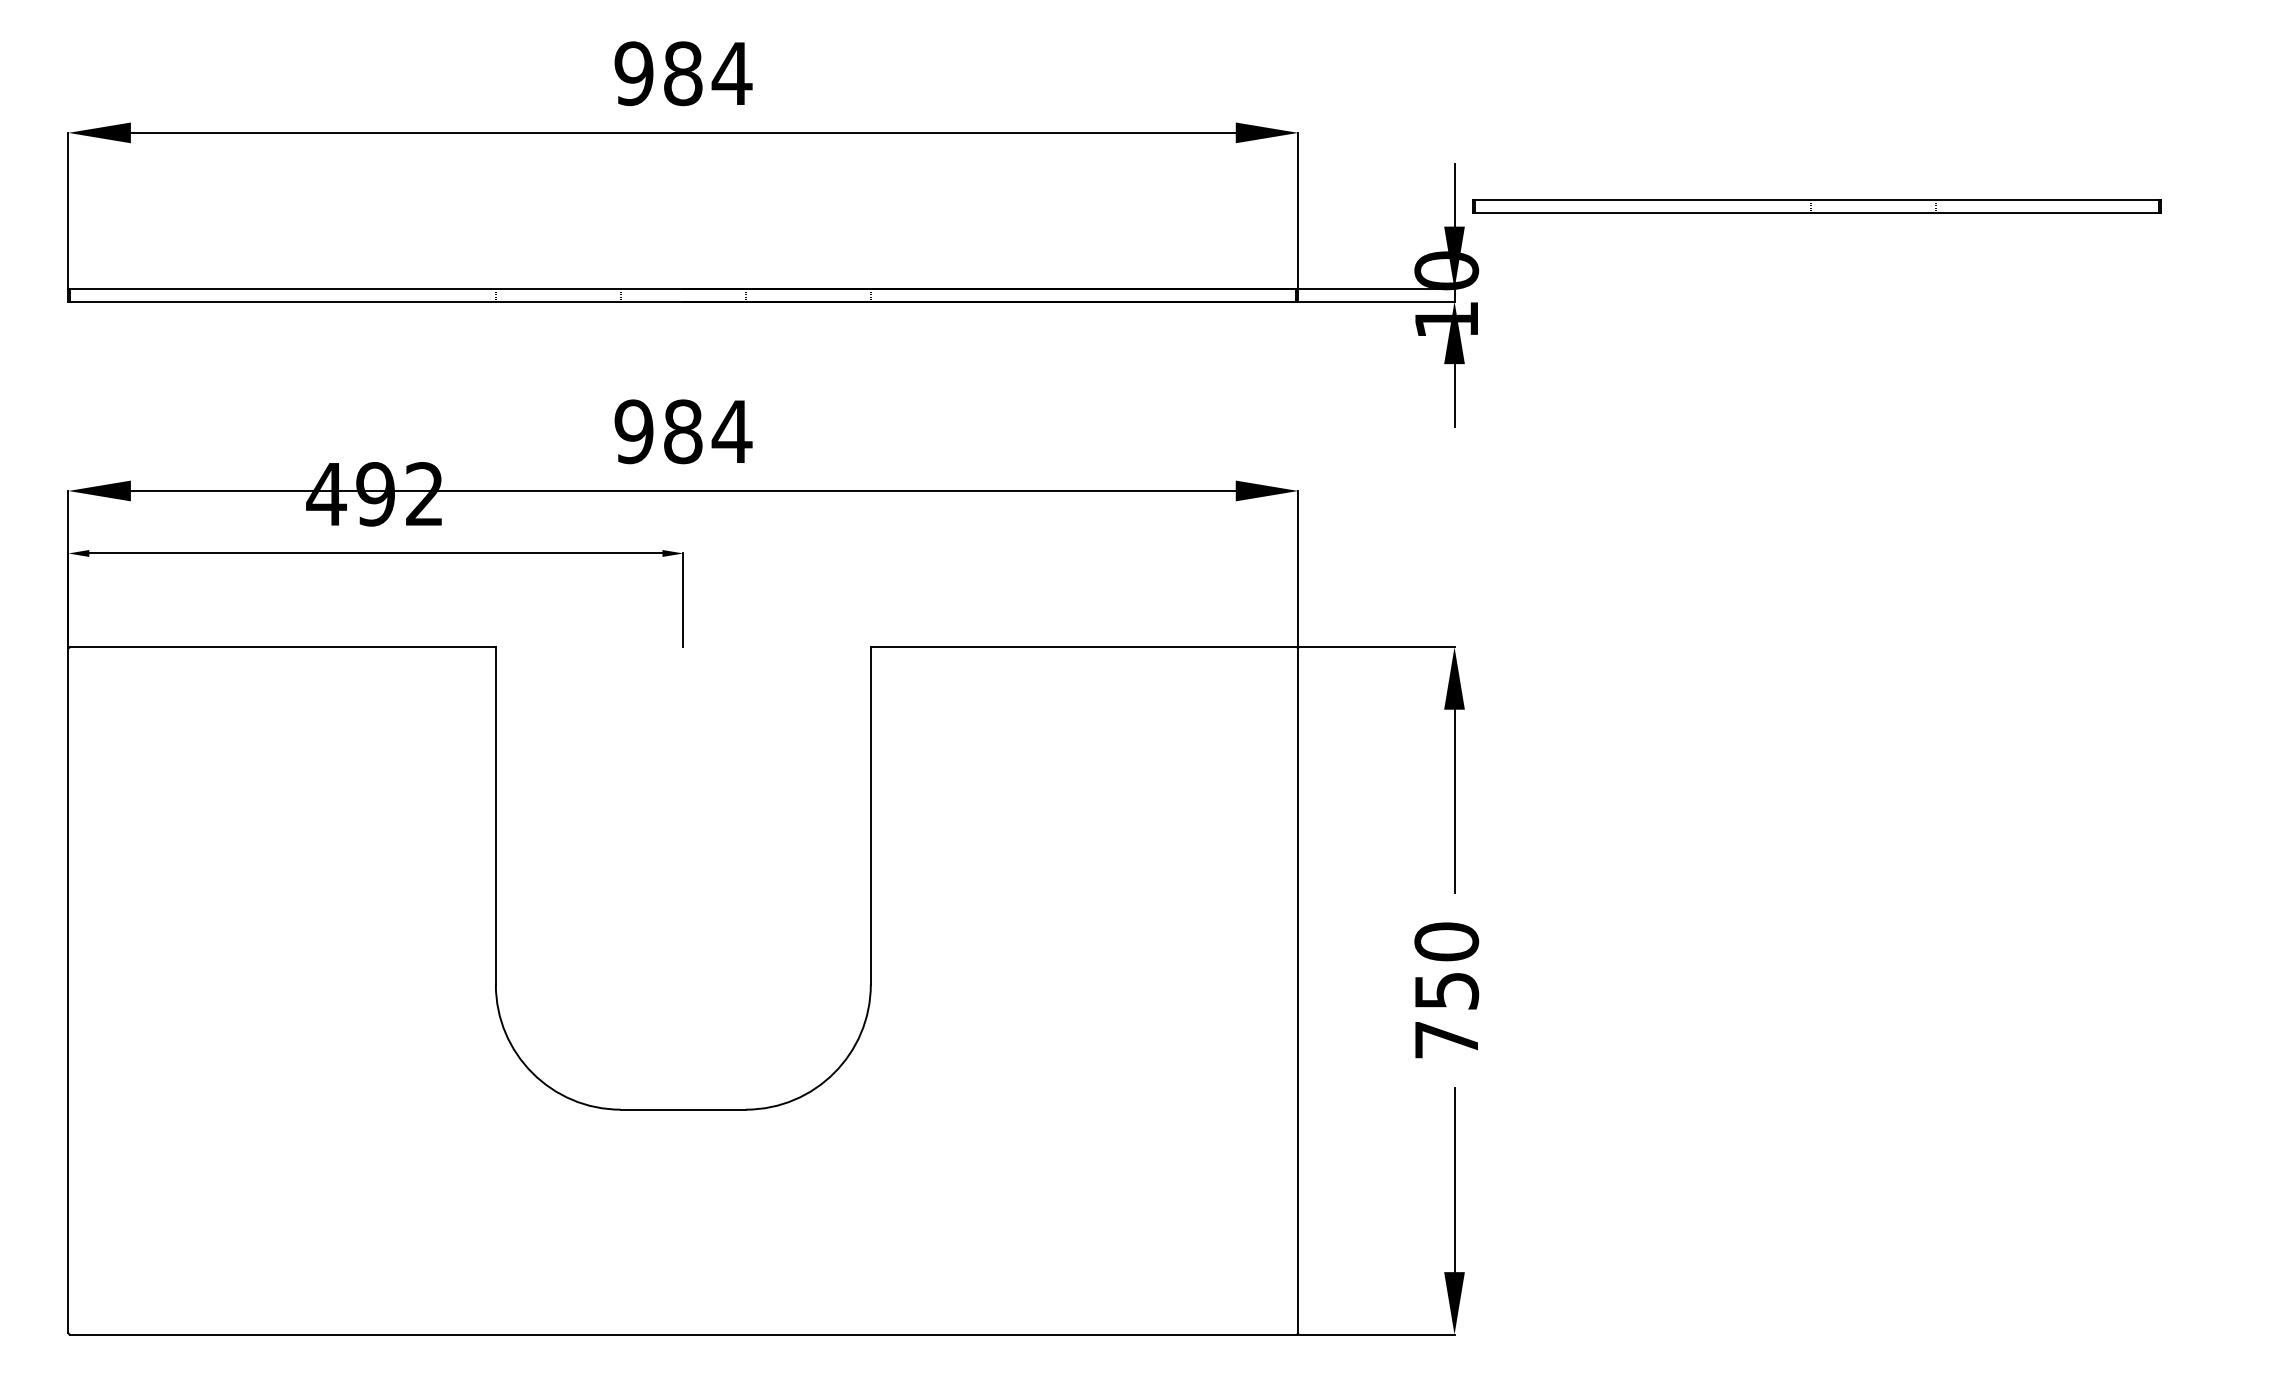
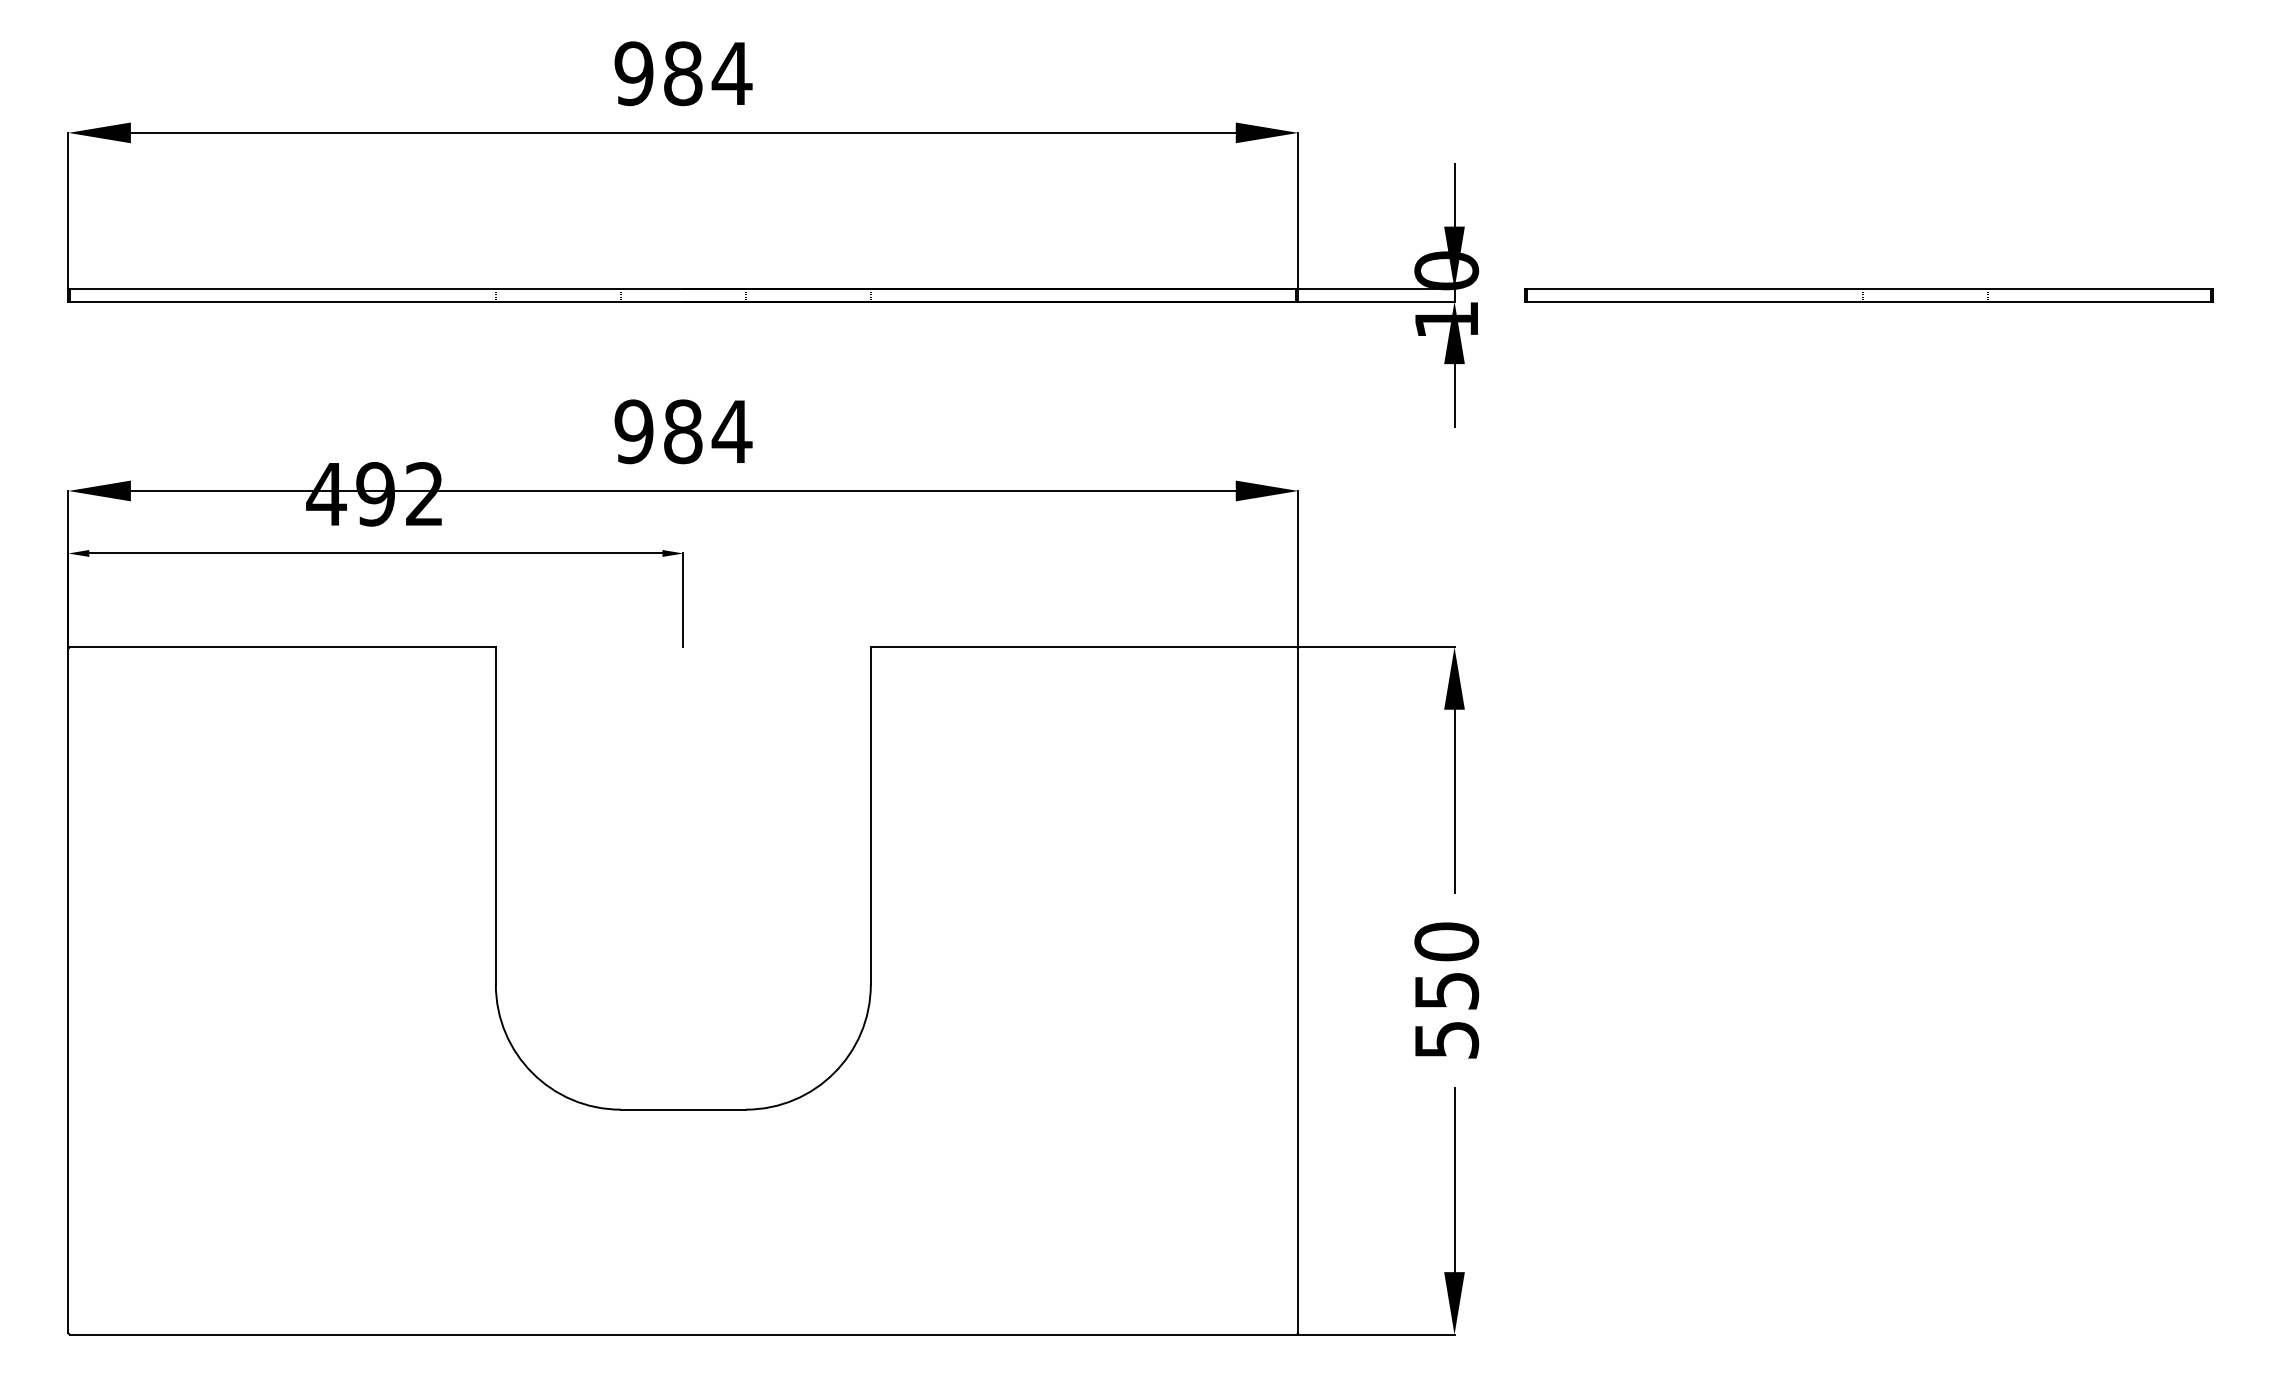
part at (1816, 206) position: (1816, 206) -> (1868, 295)
text at (1447, 1040): 750 -> 550
